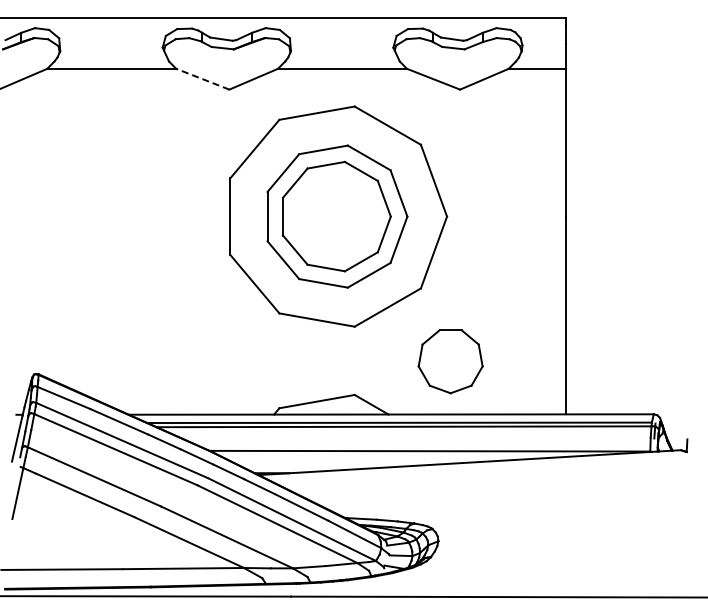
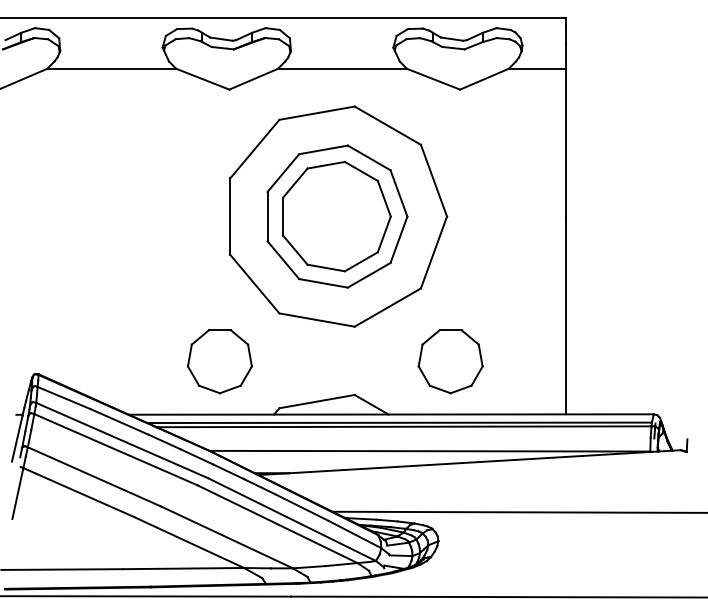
line at (202, 79): dashed -> solid
part at (219, 361): none -> present
line at (518, 511): none -> present
